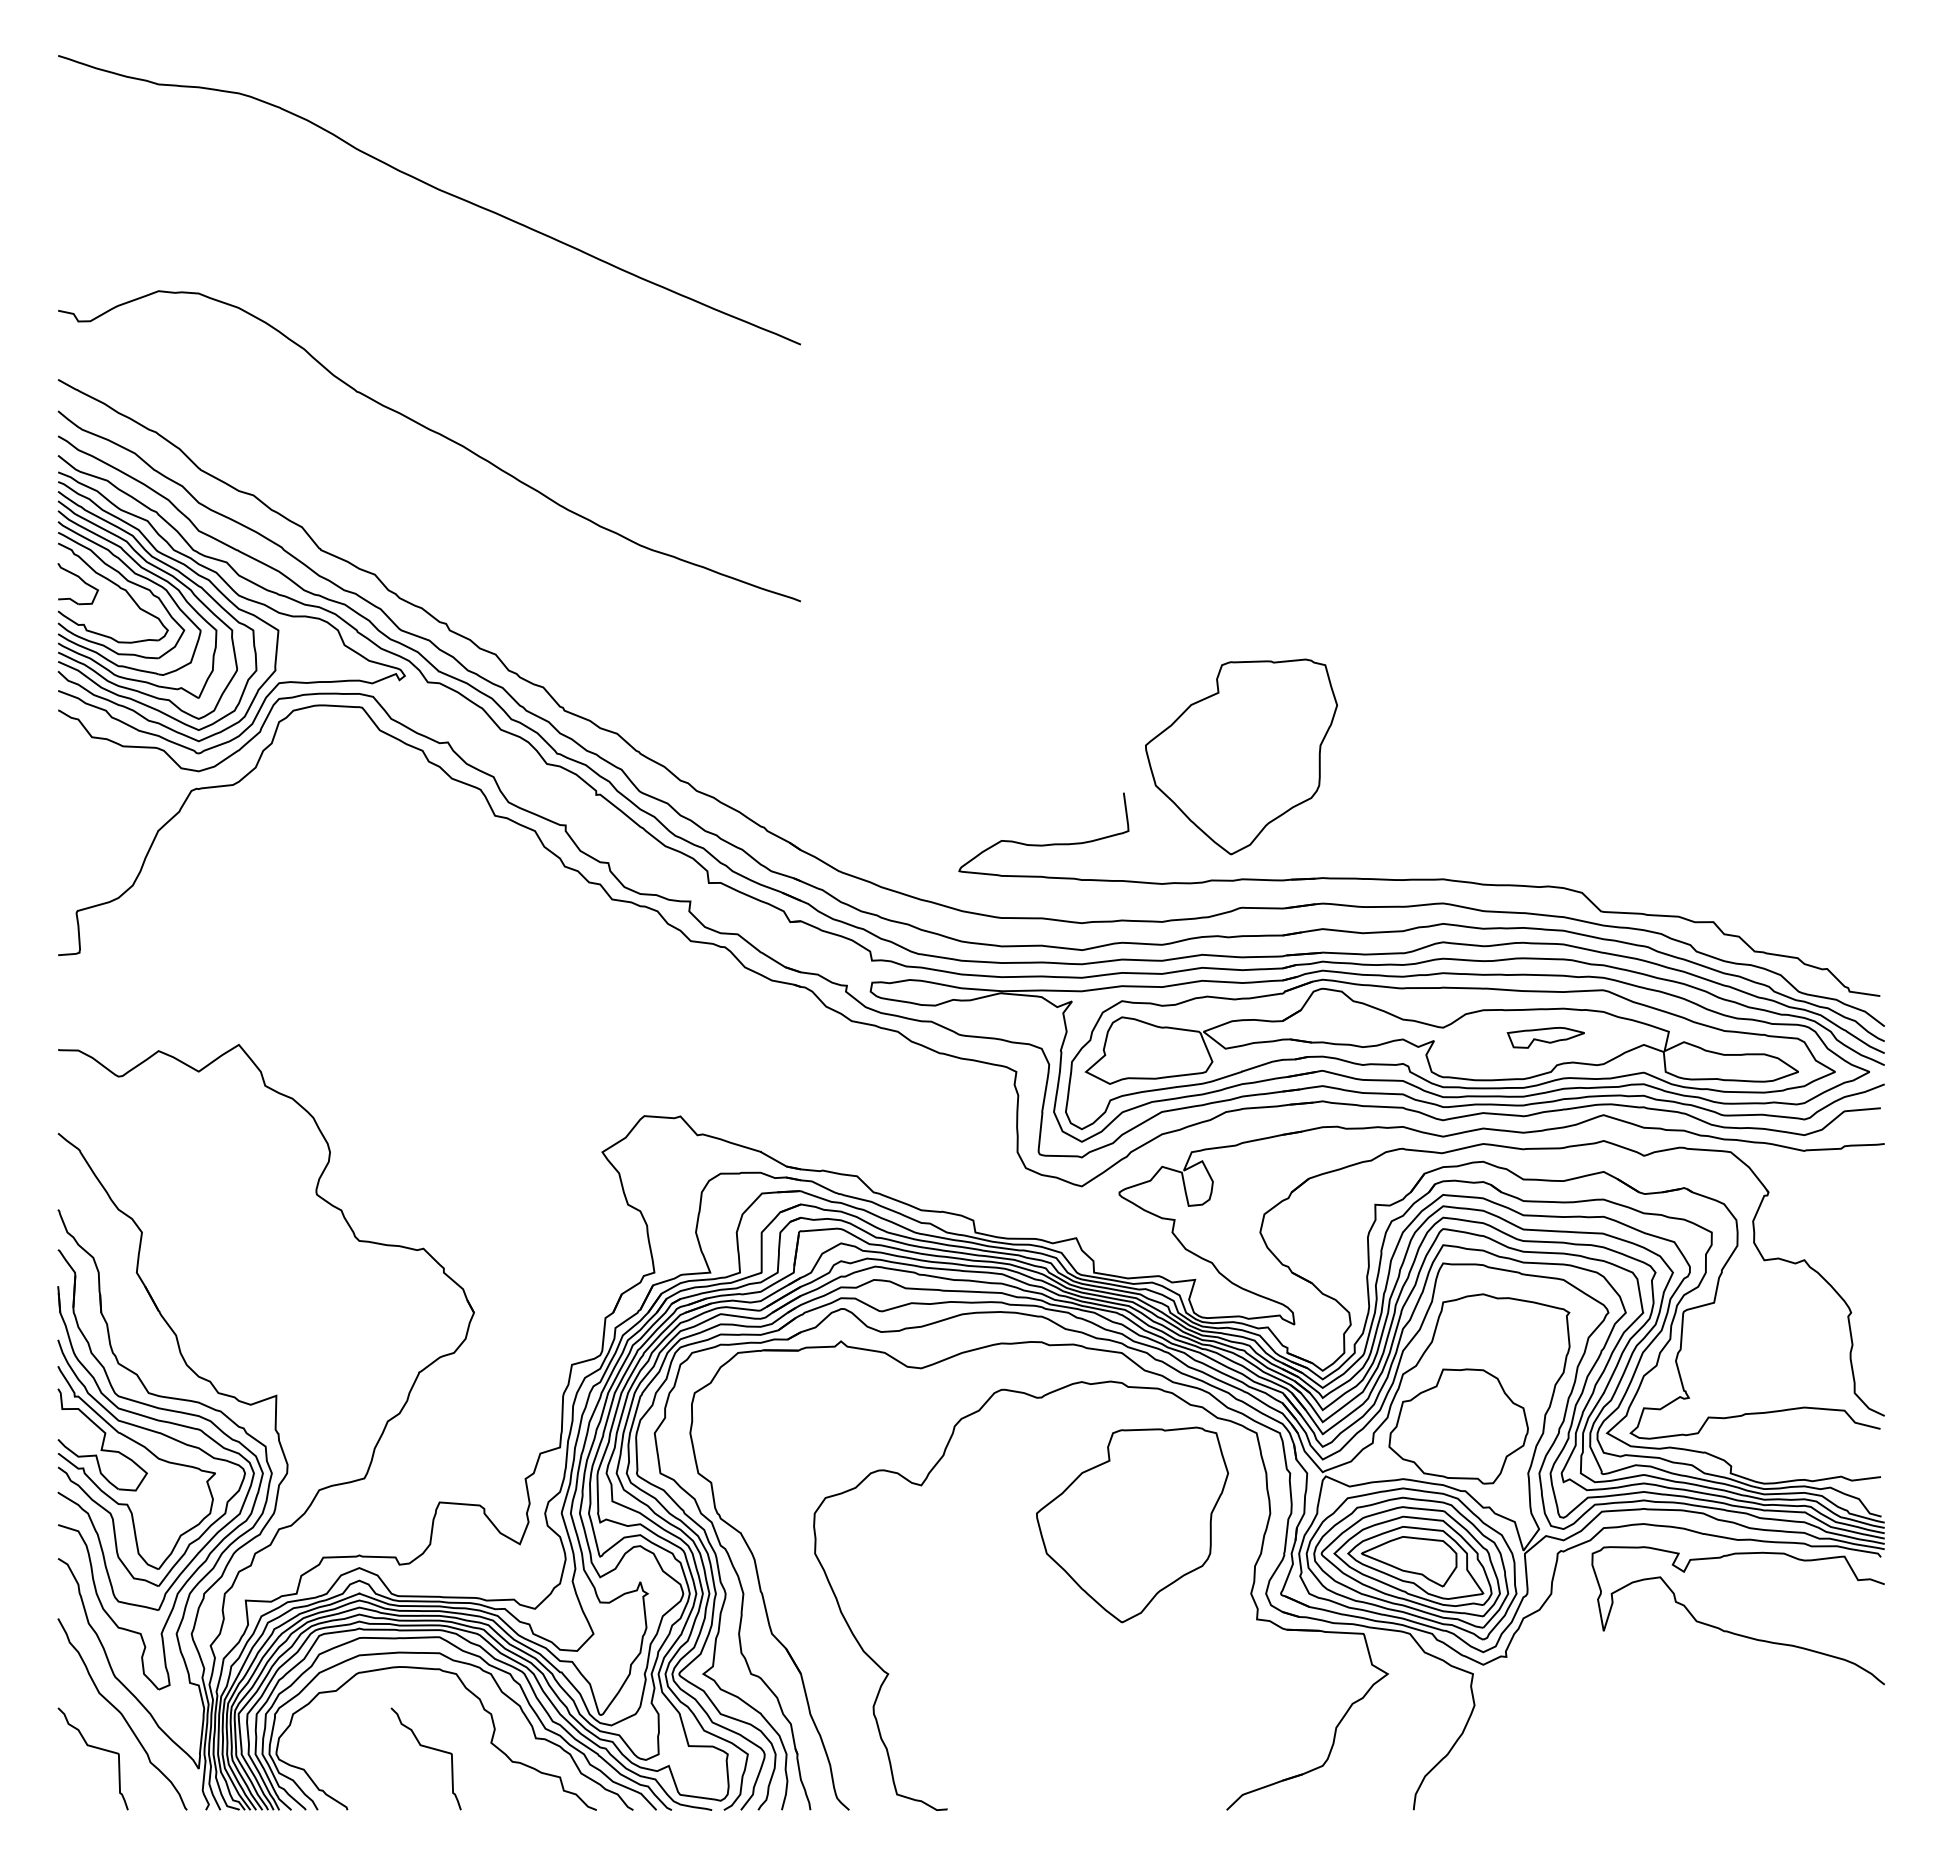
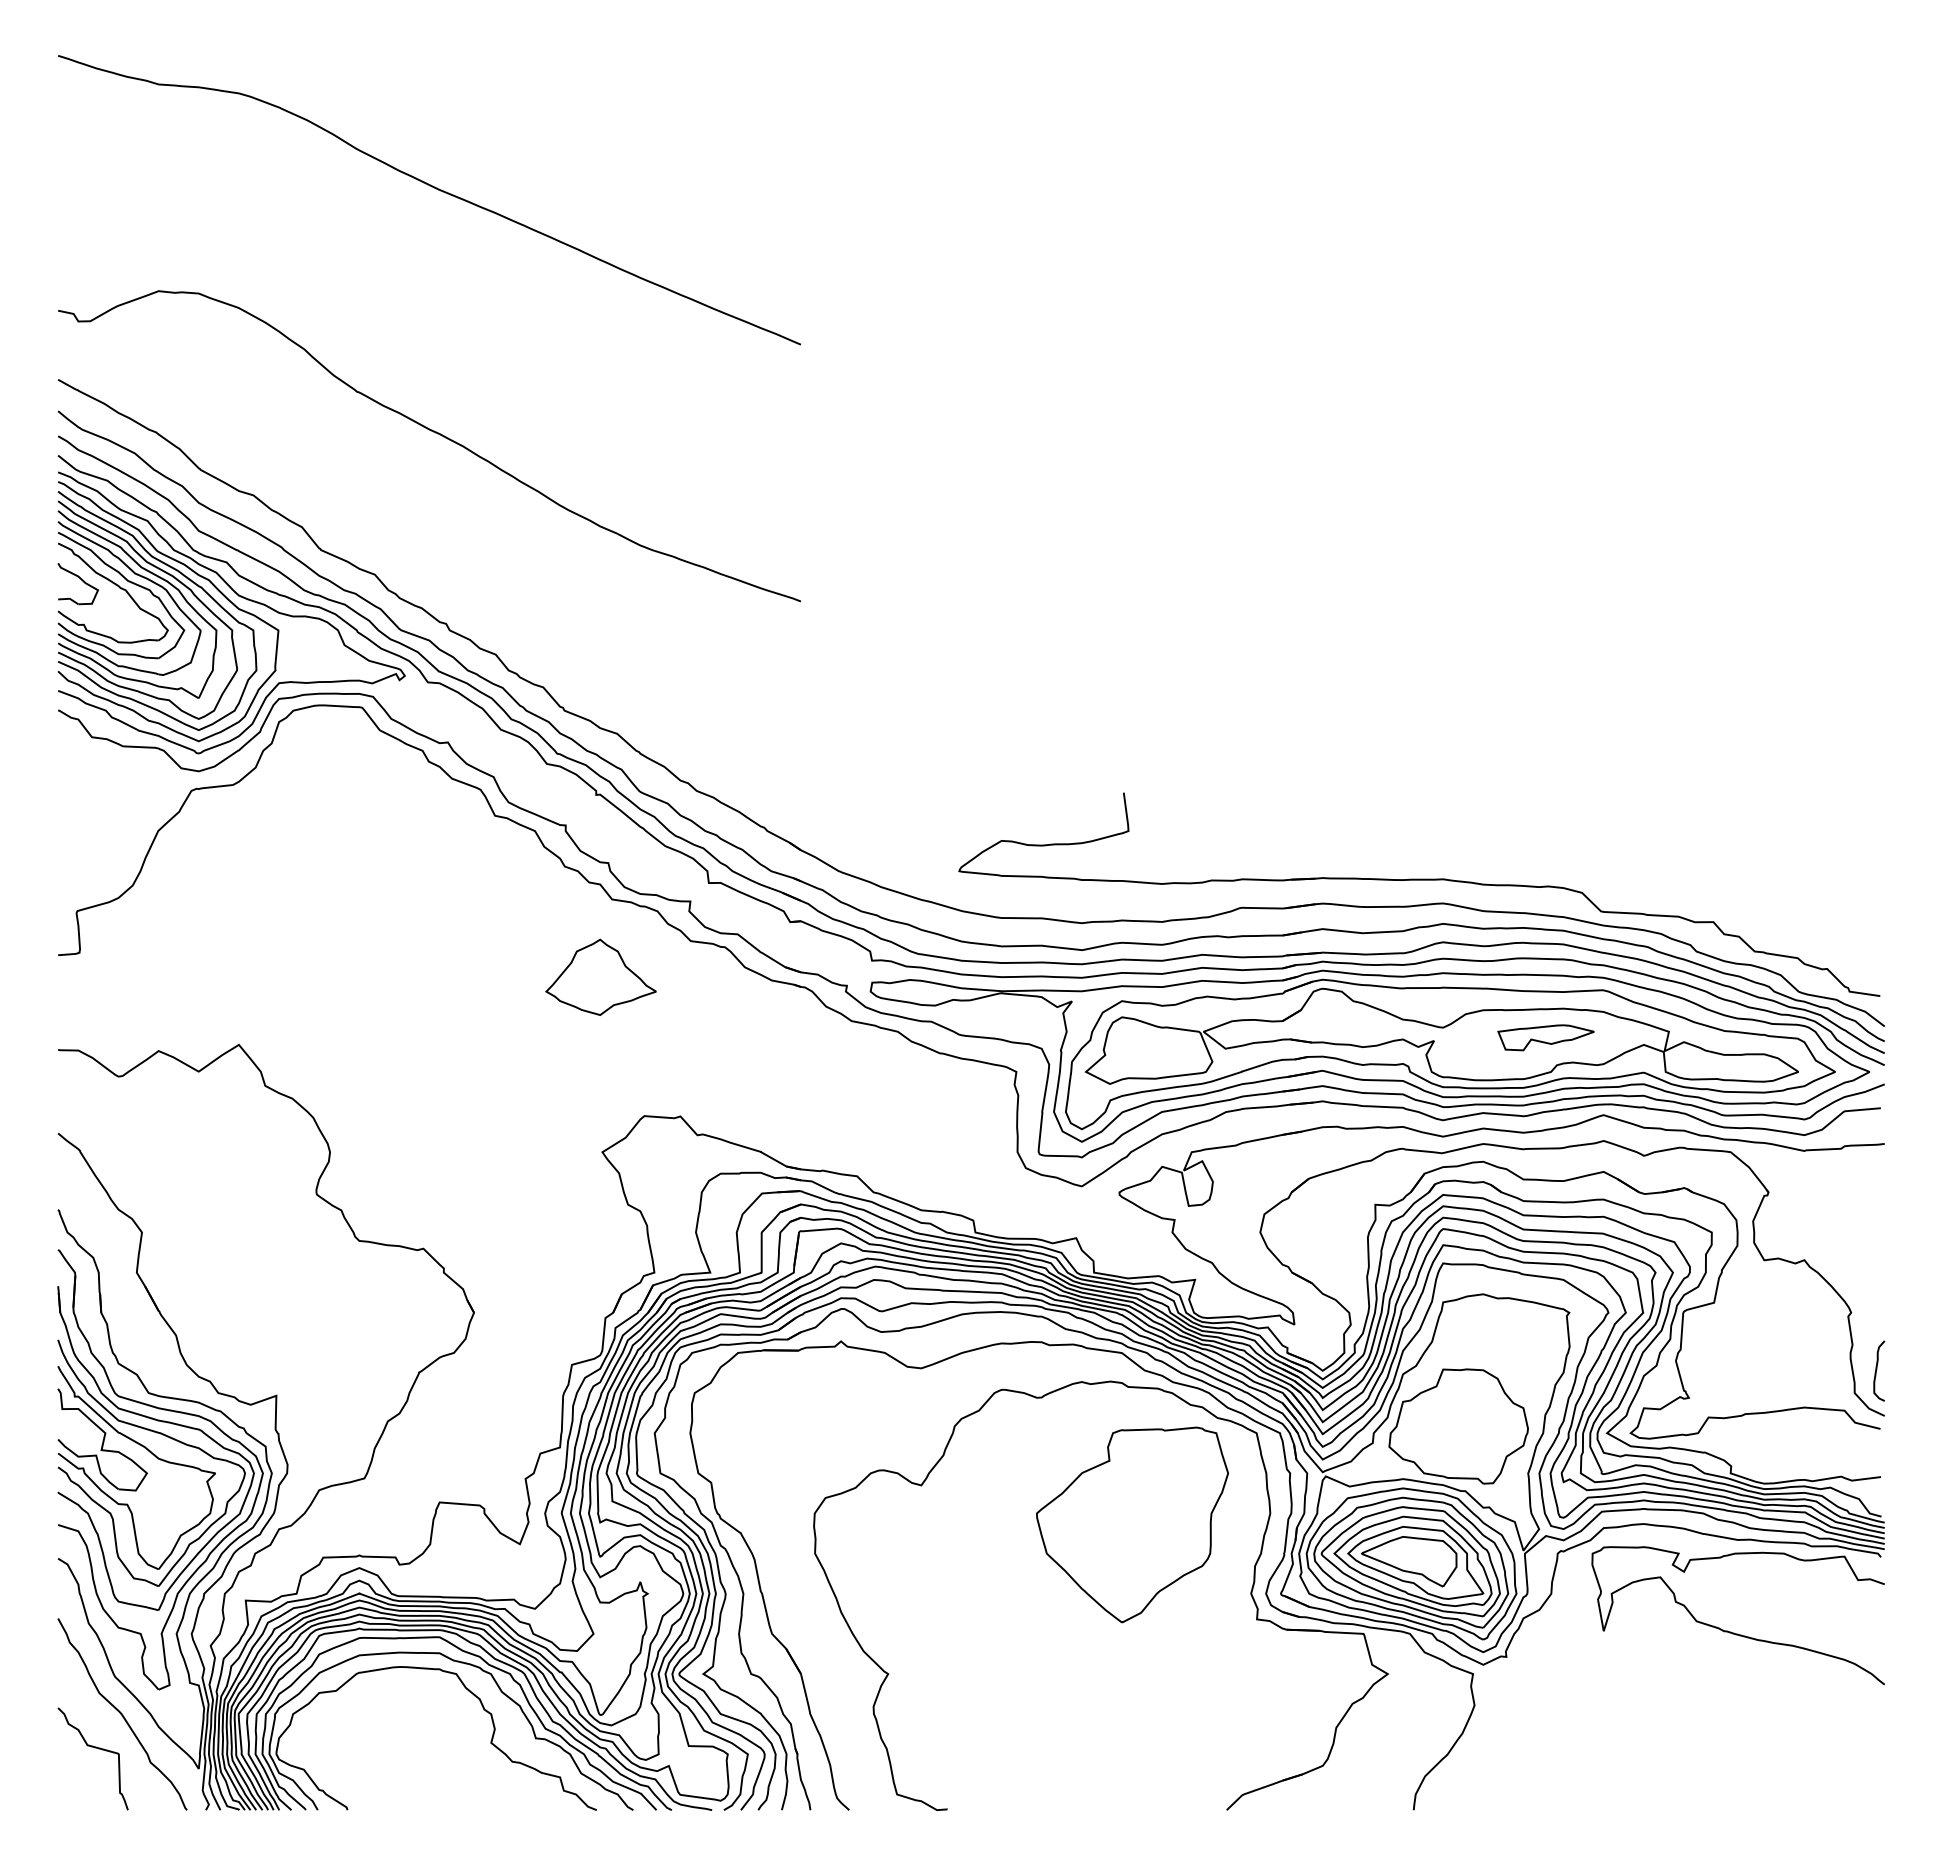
part at (1241, 756): present -> none
part at (600, 976): none -> present
part at (1545, 1037) size: 79x22 px -> 98x28 px
curve at (1877, 1369): none -> present
curve at (427, 1748): present -> none
